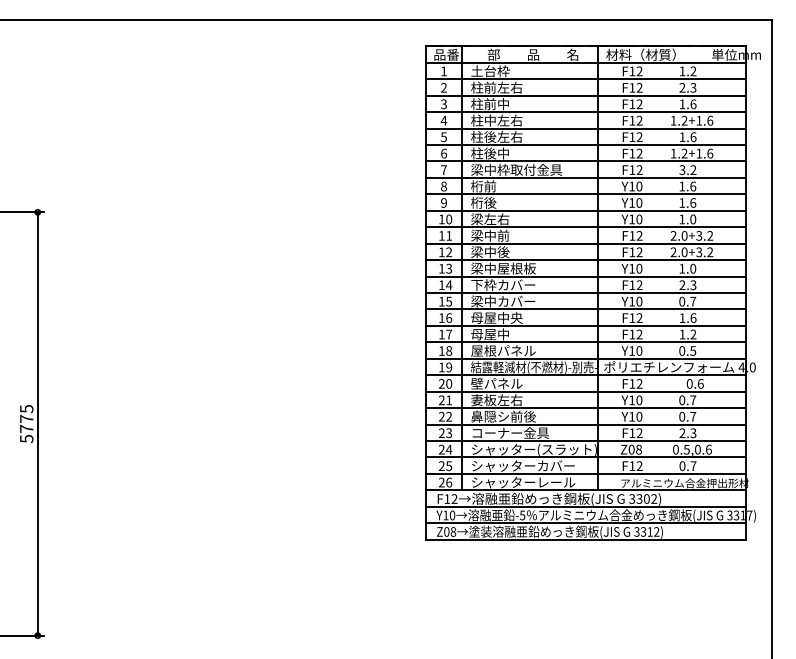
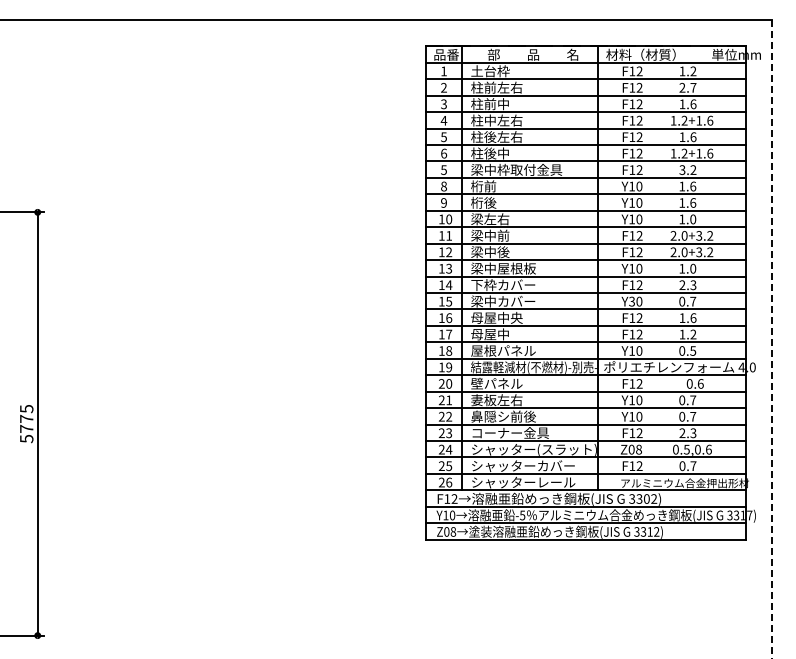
text at (693, 87): 2.3 -> 2.7
text at (443, 169): 7 -> 5
text at (631, 301): Y10 -> Y30
line at (772, 339): solid -> dashed
